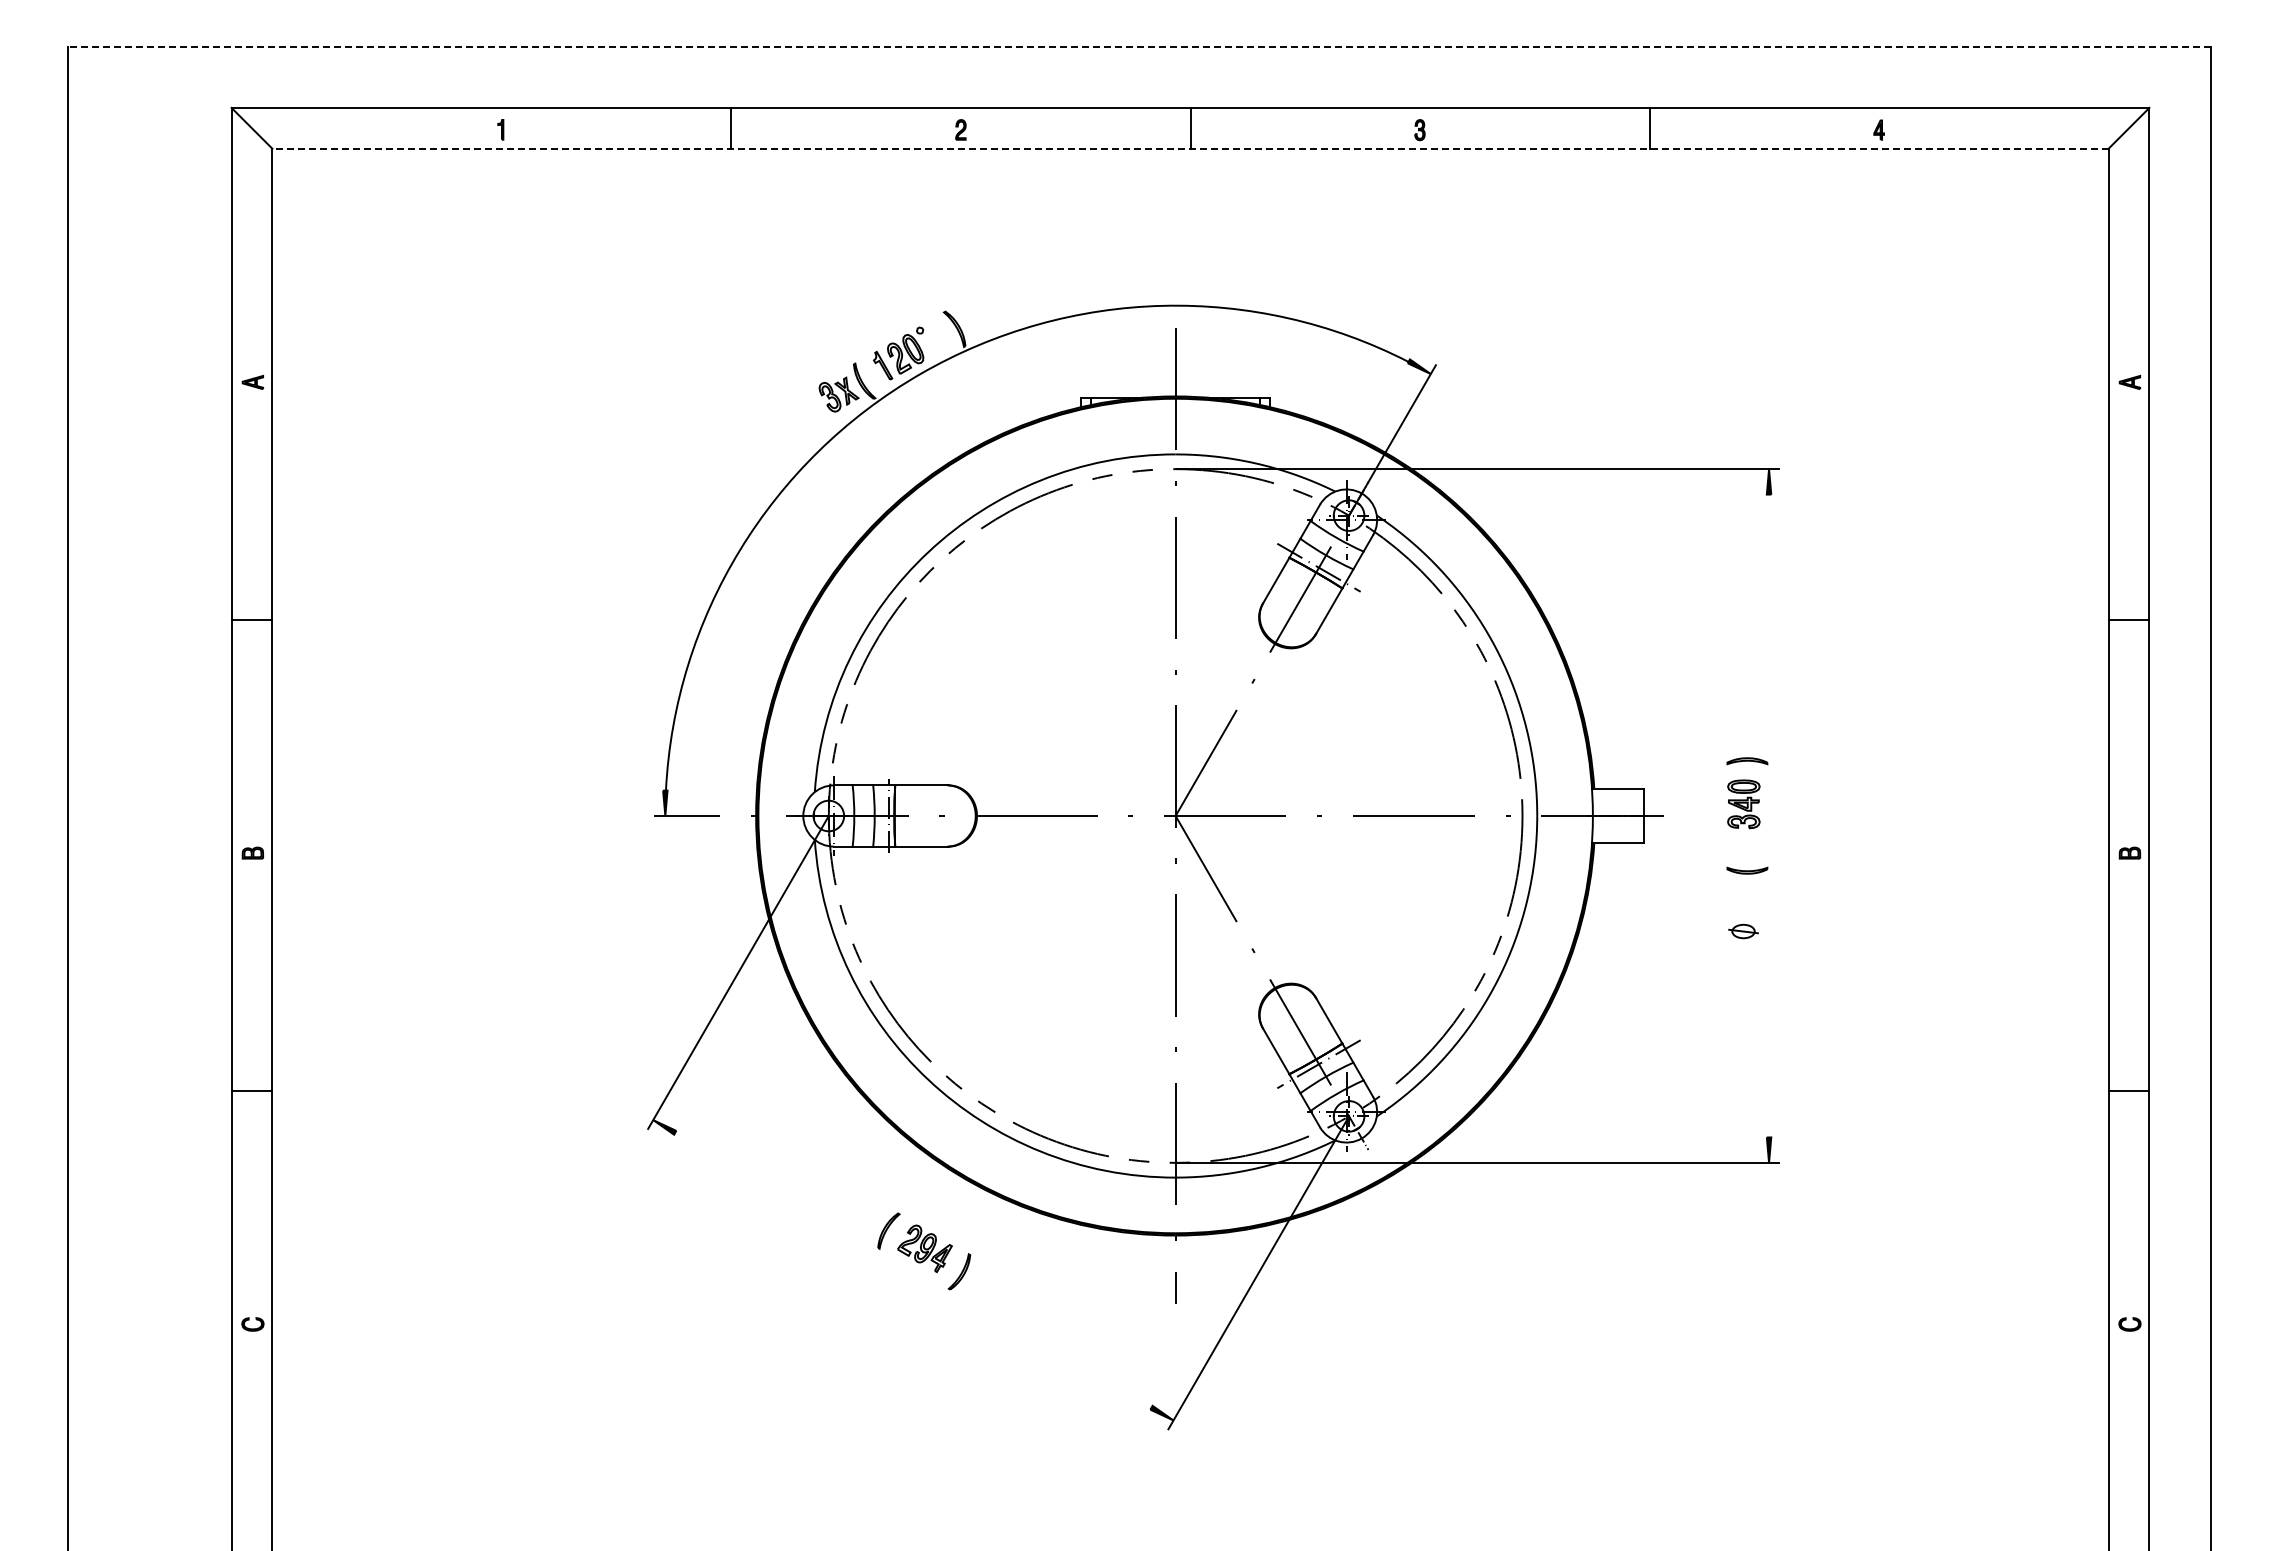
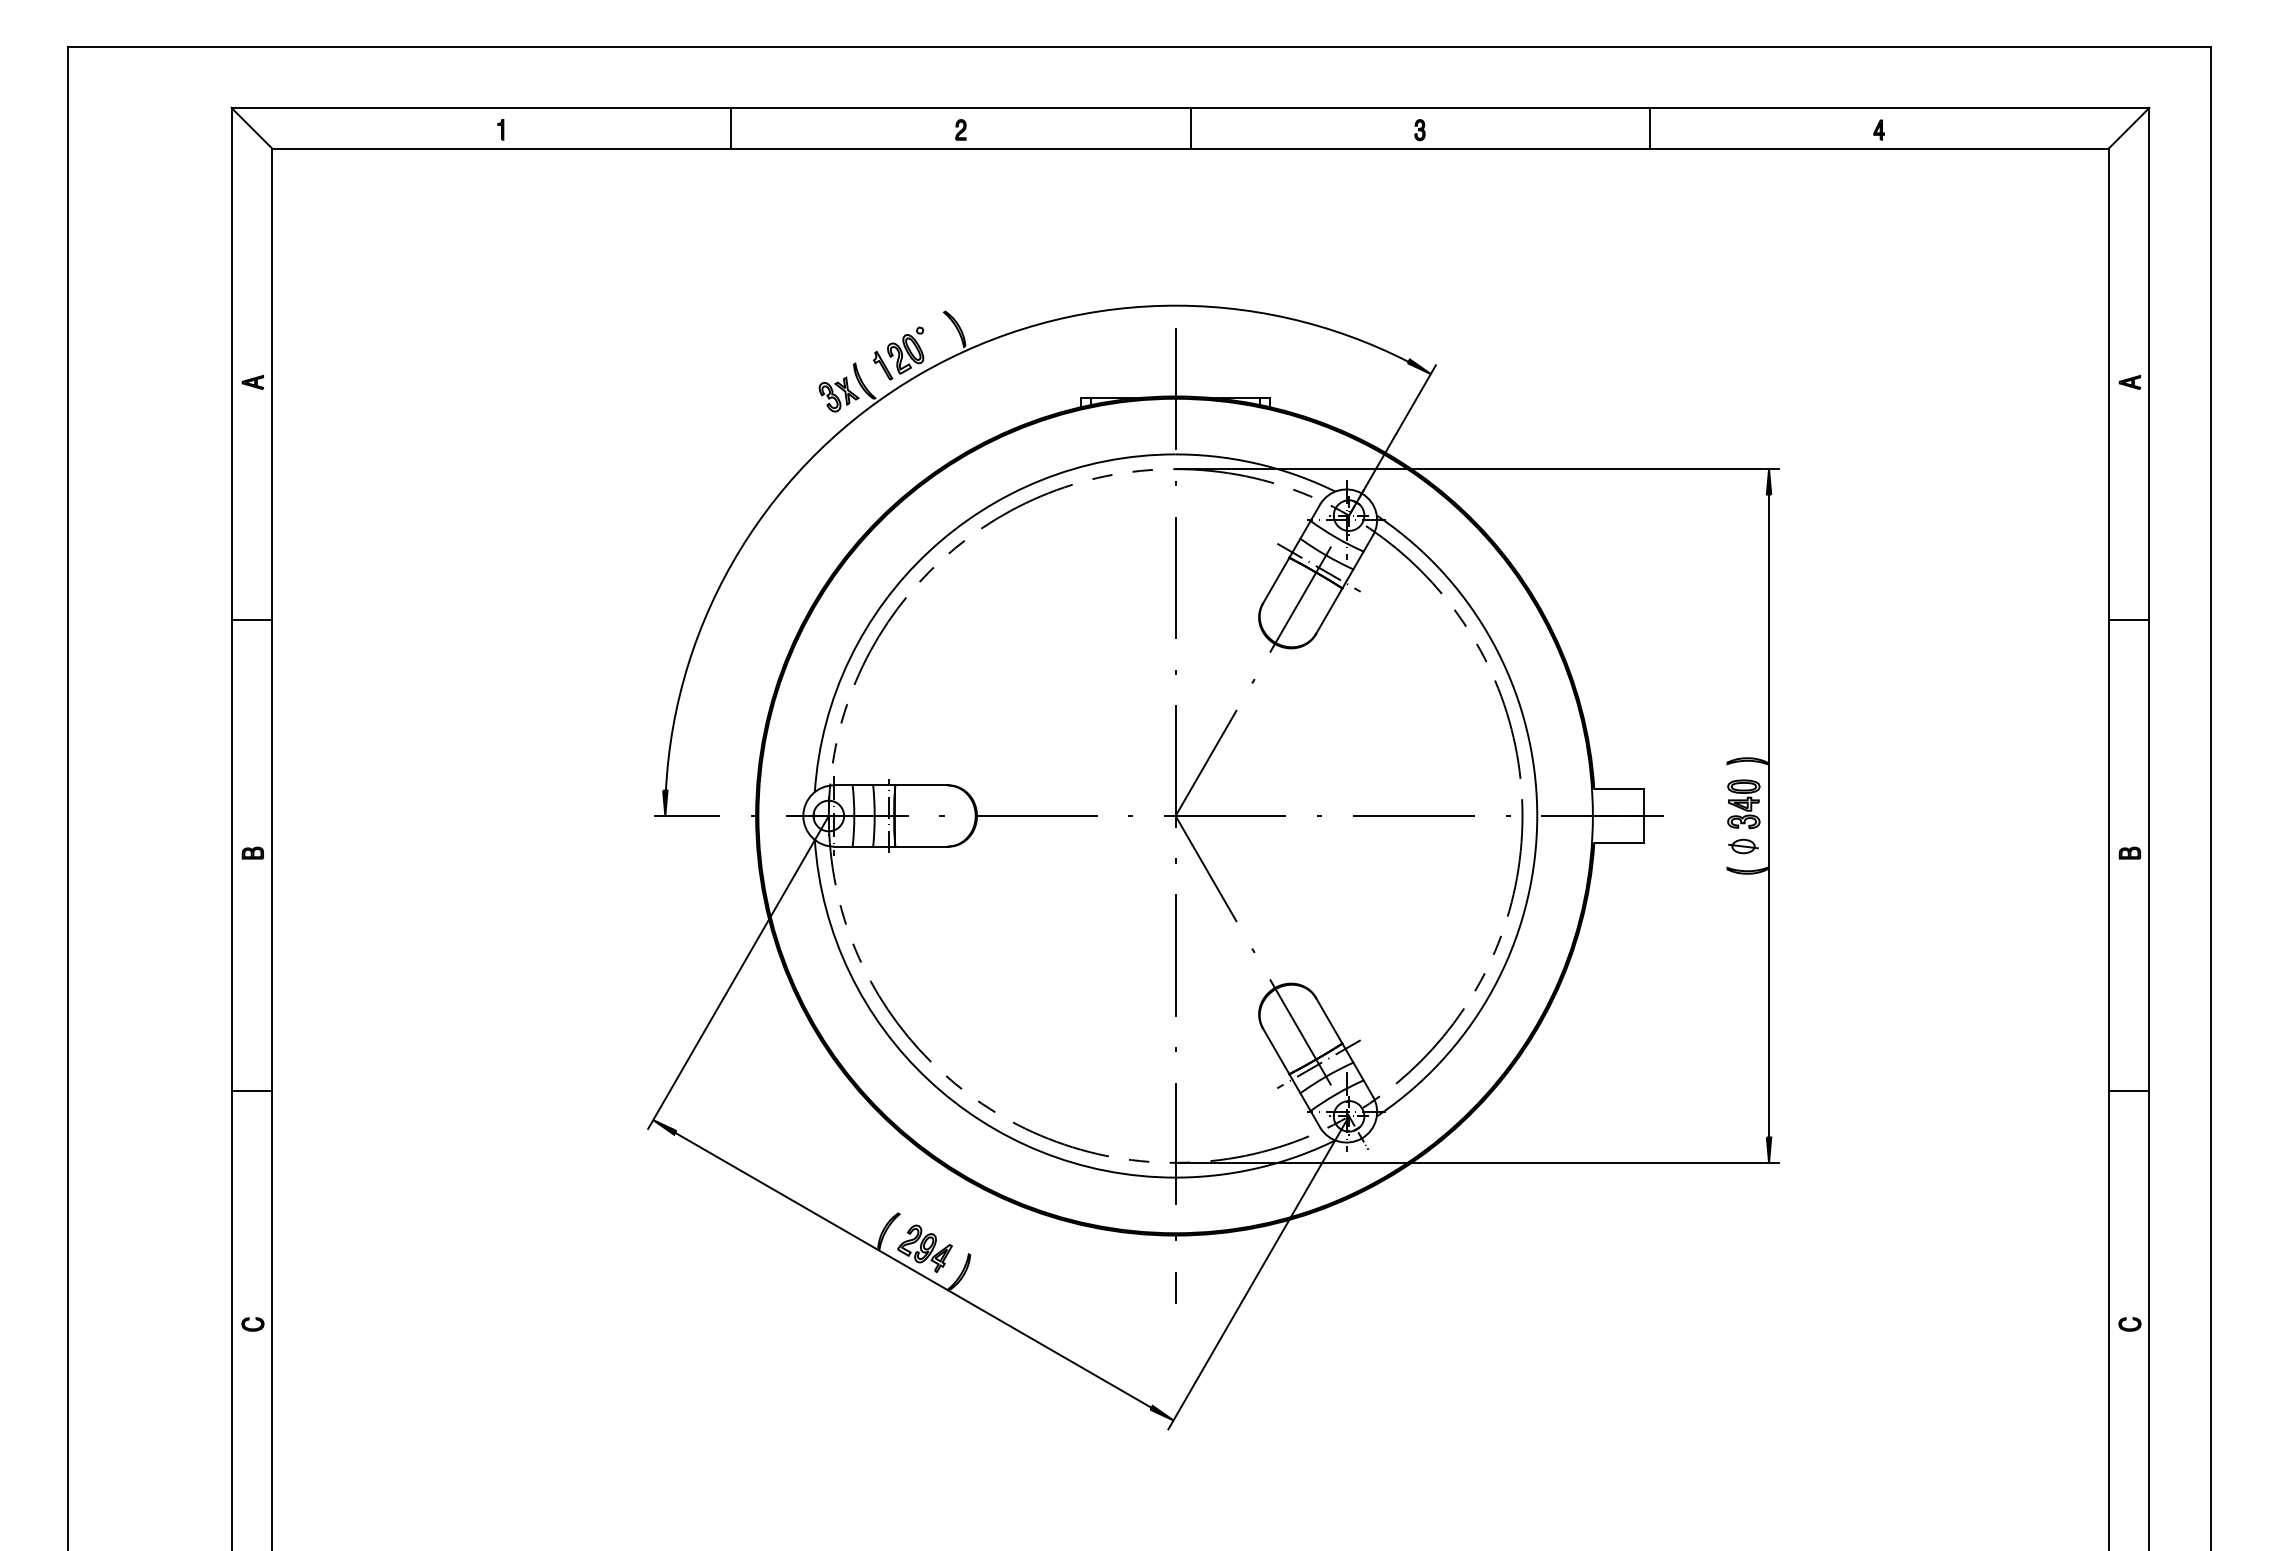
line at (1139, 46): dashed -> solid
line at (1190, 148): dashed -> solid
line at (1769, 815): none -> present
part at (1743, 931) position: (1743, 931) -> (1743, 846)
line at (913, 1269): none -> present
